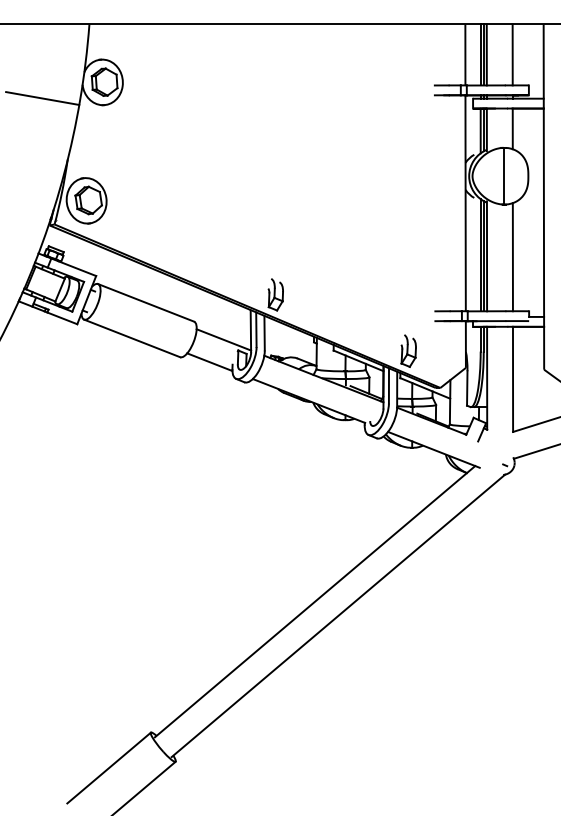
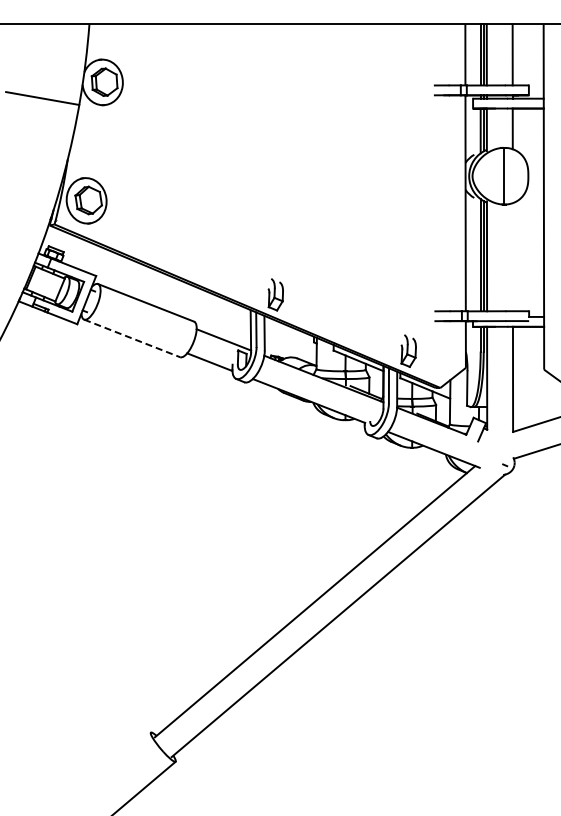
line at (512, 257): present -> none
line at (132, 338): solid -> dashed
line at (108, 767): present -> none
